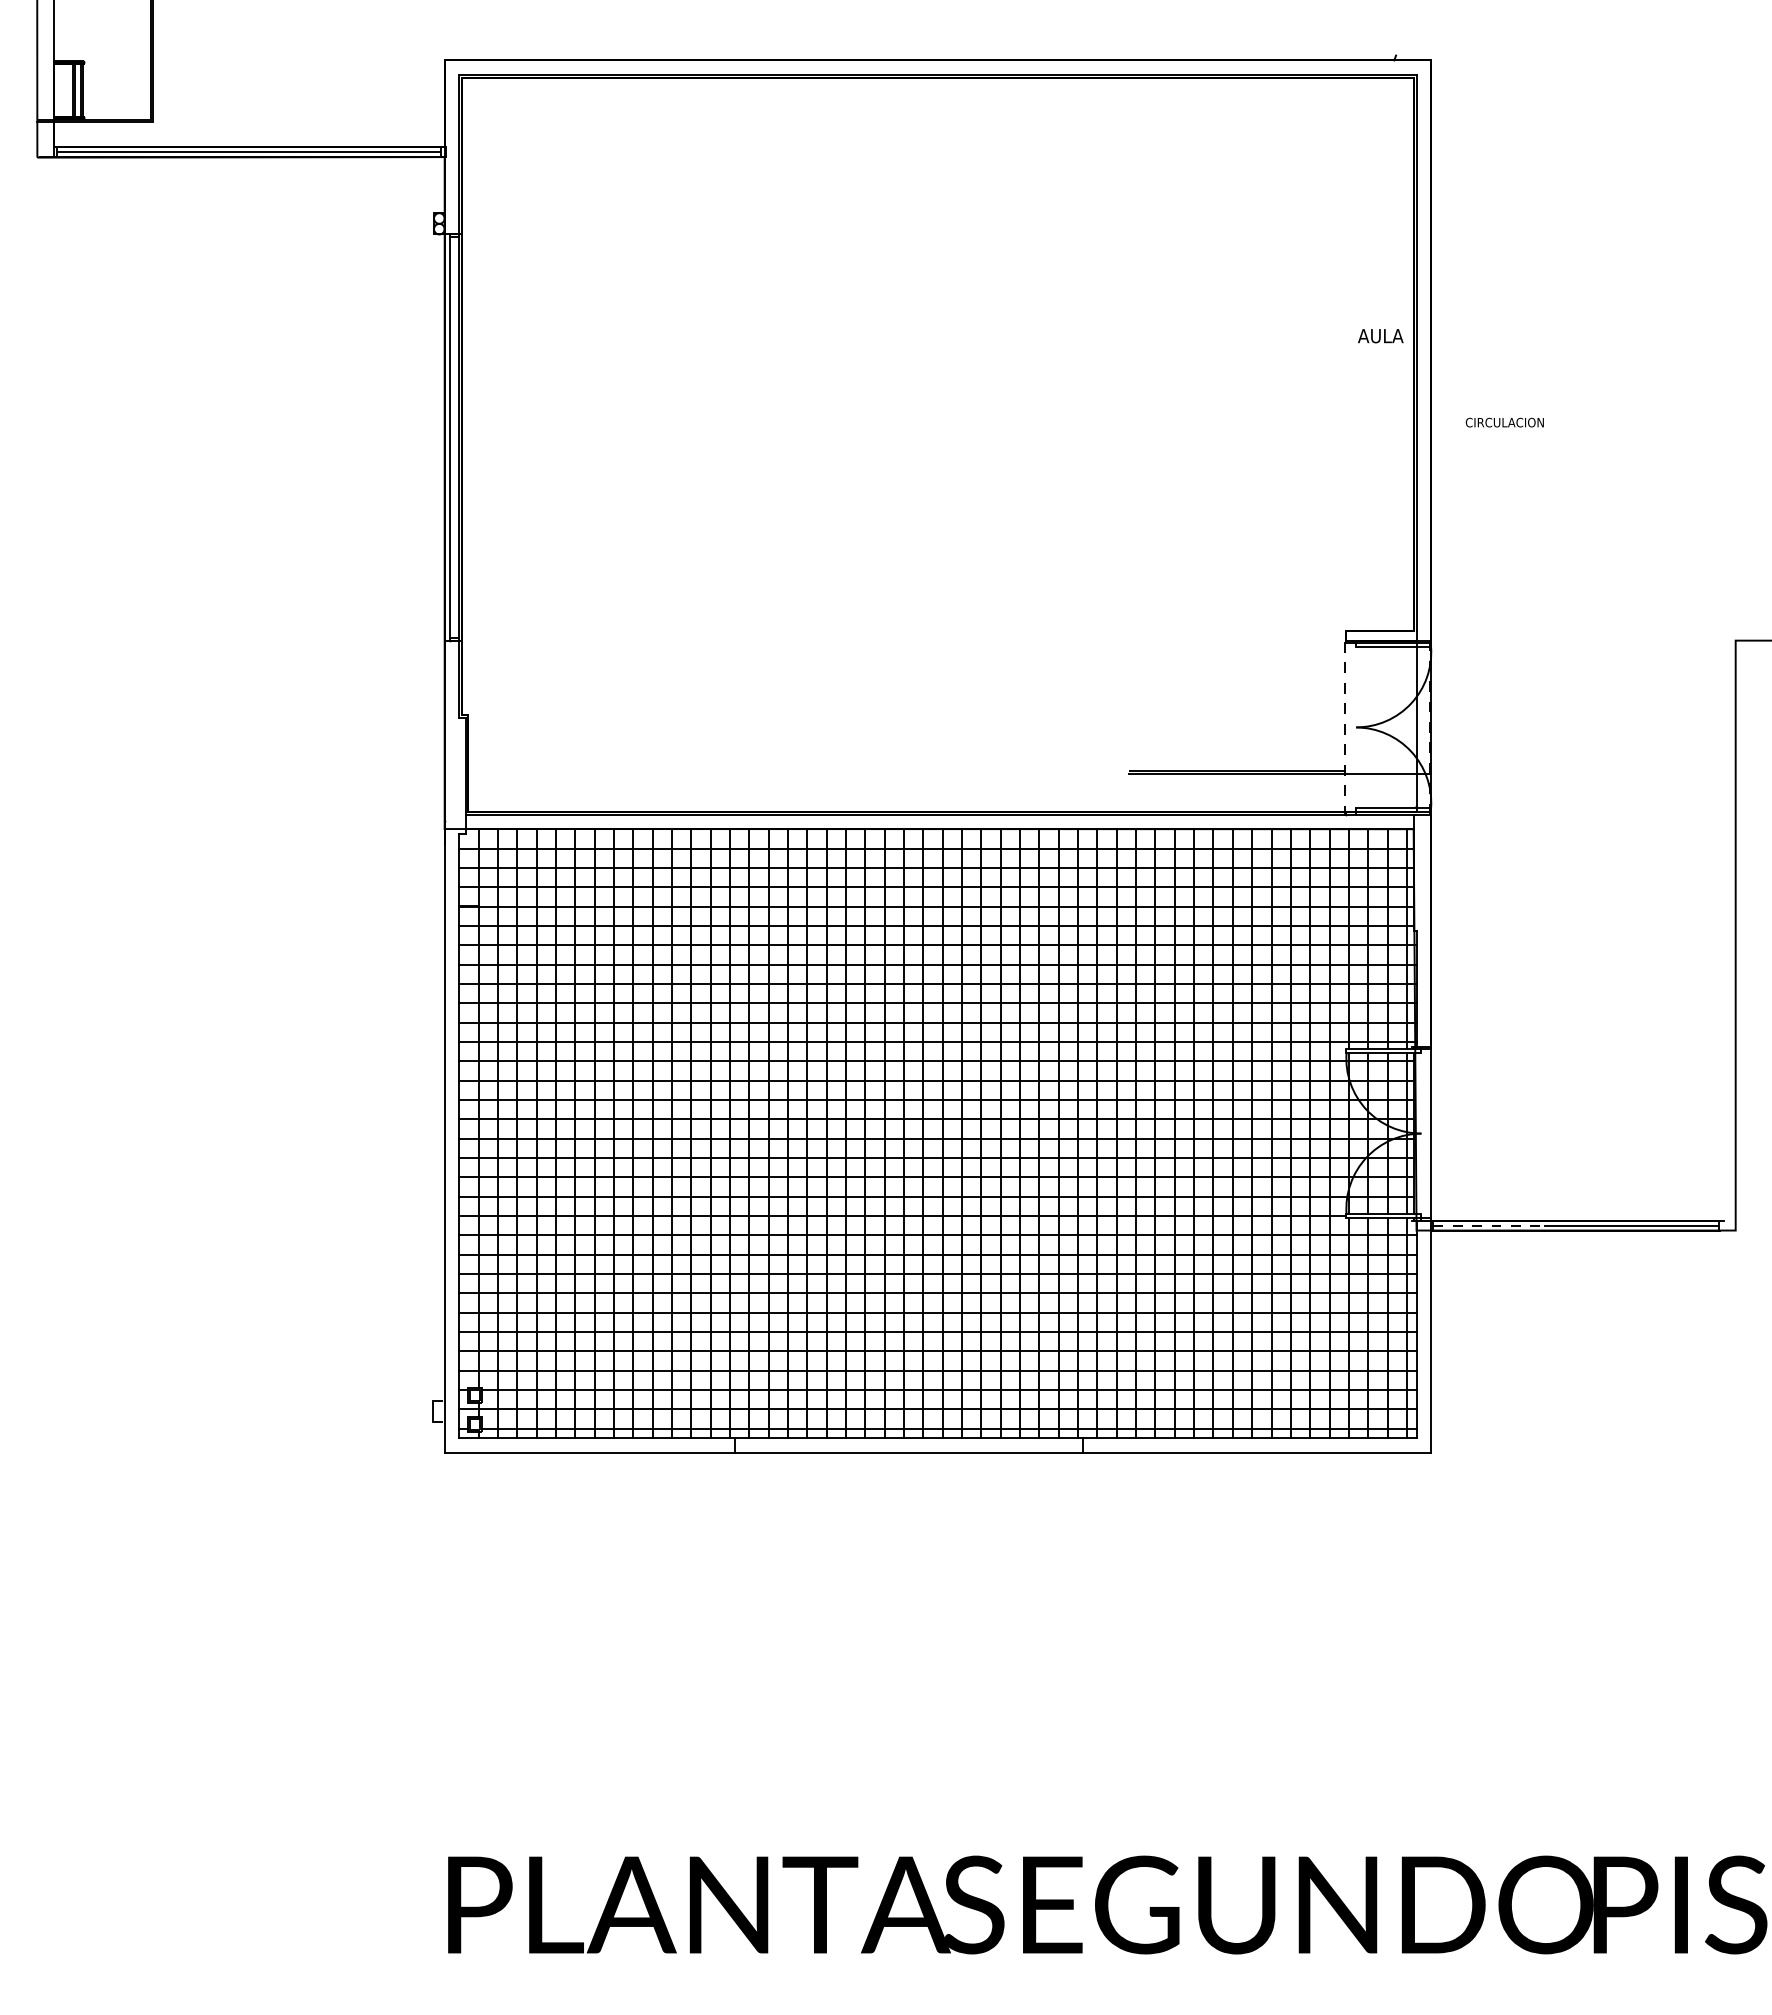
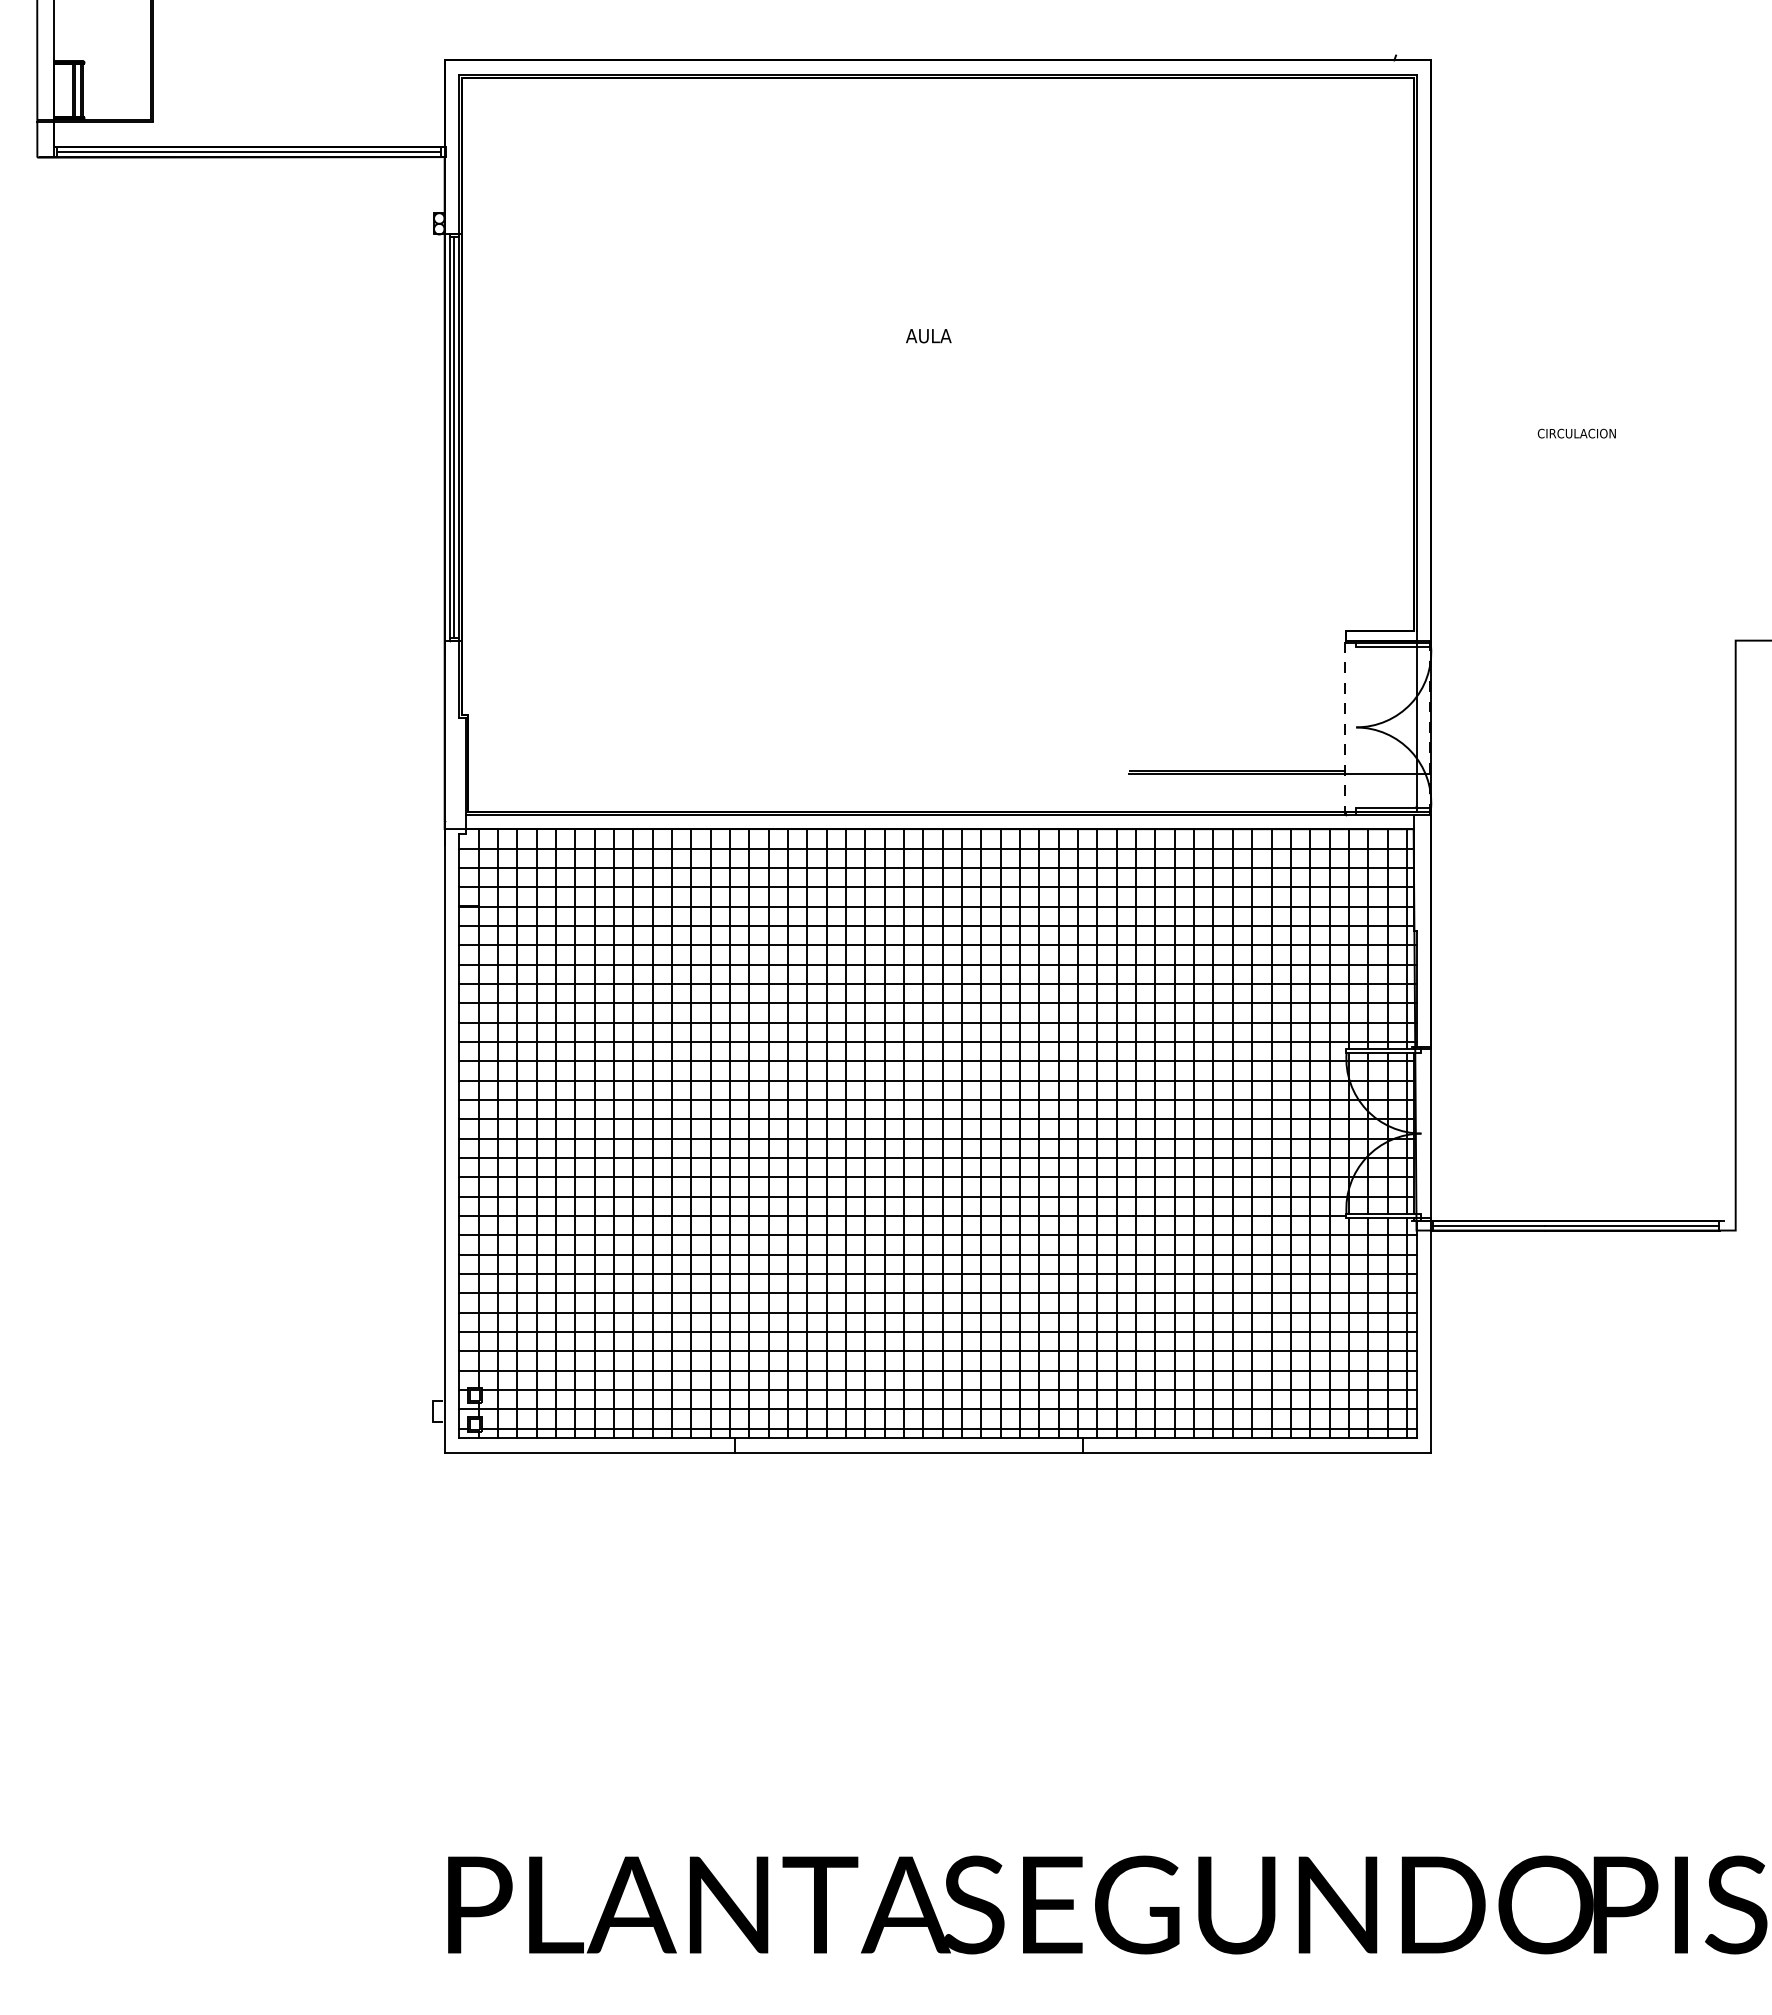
text at (1380, 336) position: (1380, 336) -> (928, 336)
text at (1504, 422) position: (1504, 422) -> (1576, 433)
line at (454, 437): none -> present
line at (1489, 1225): dashed -> solid
